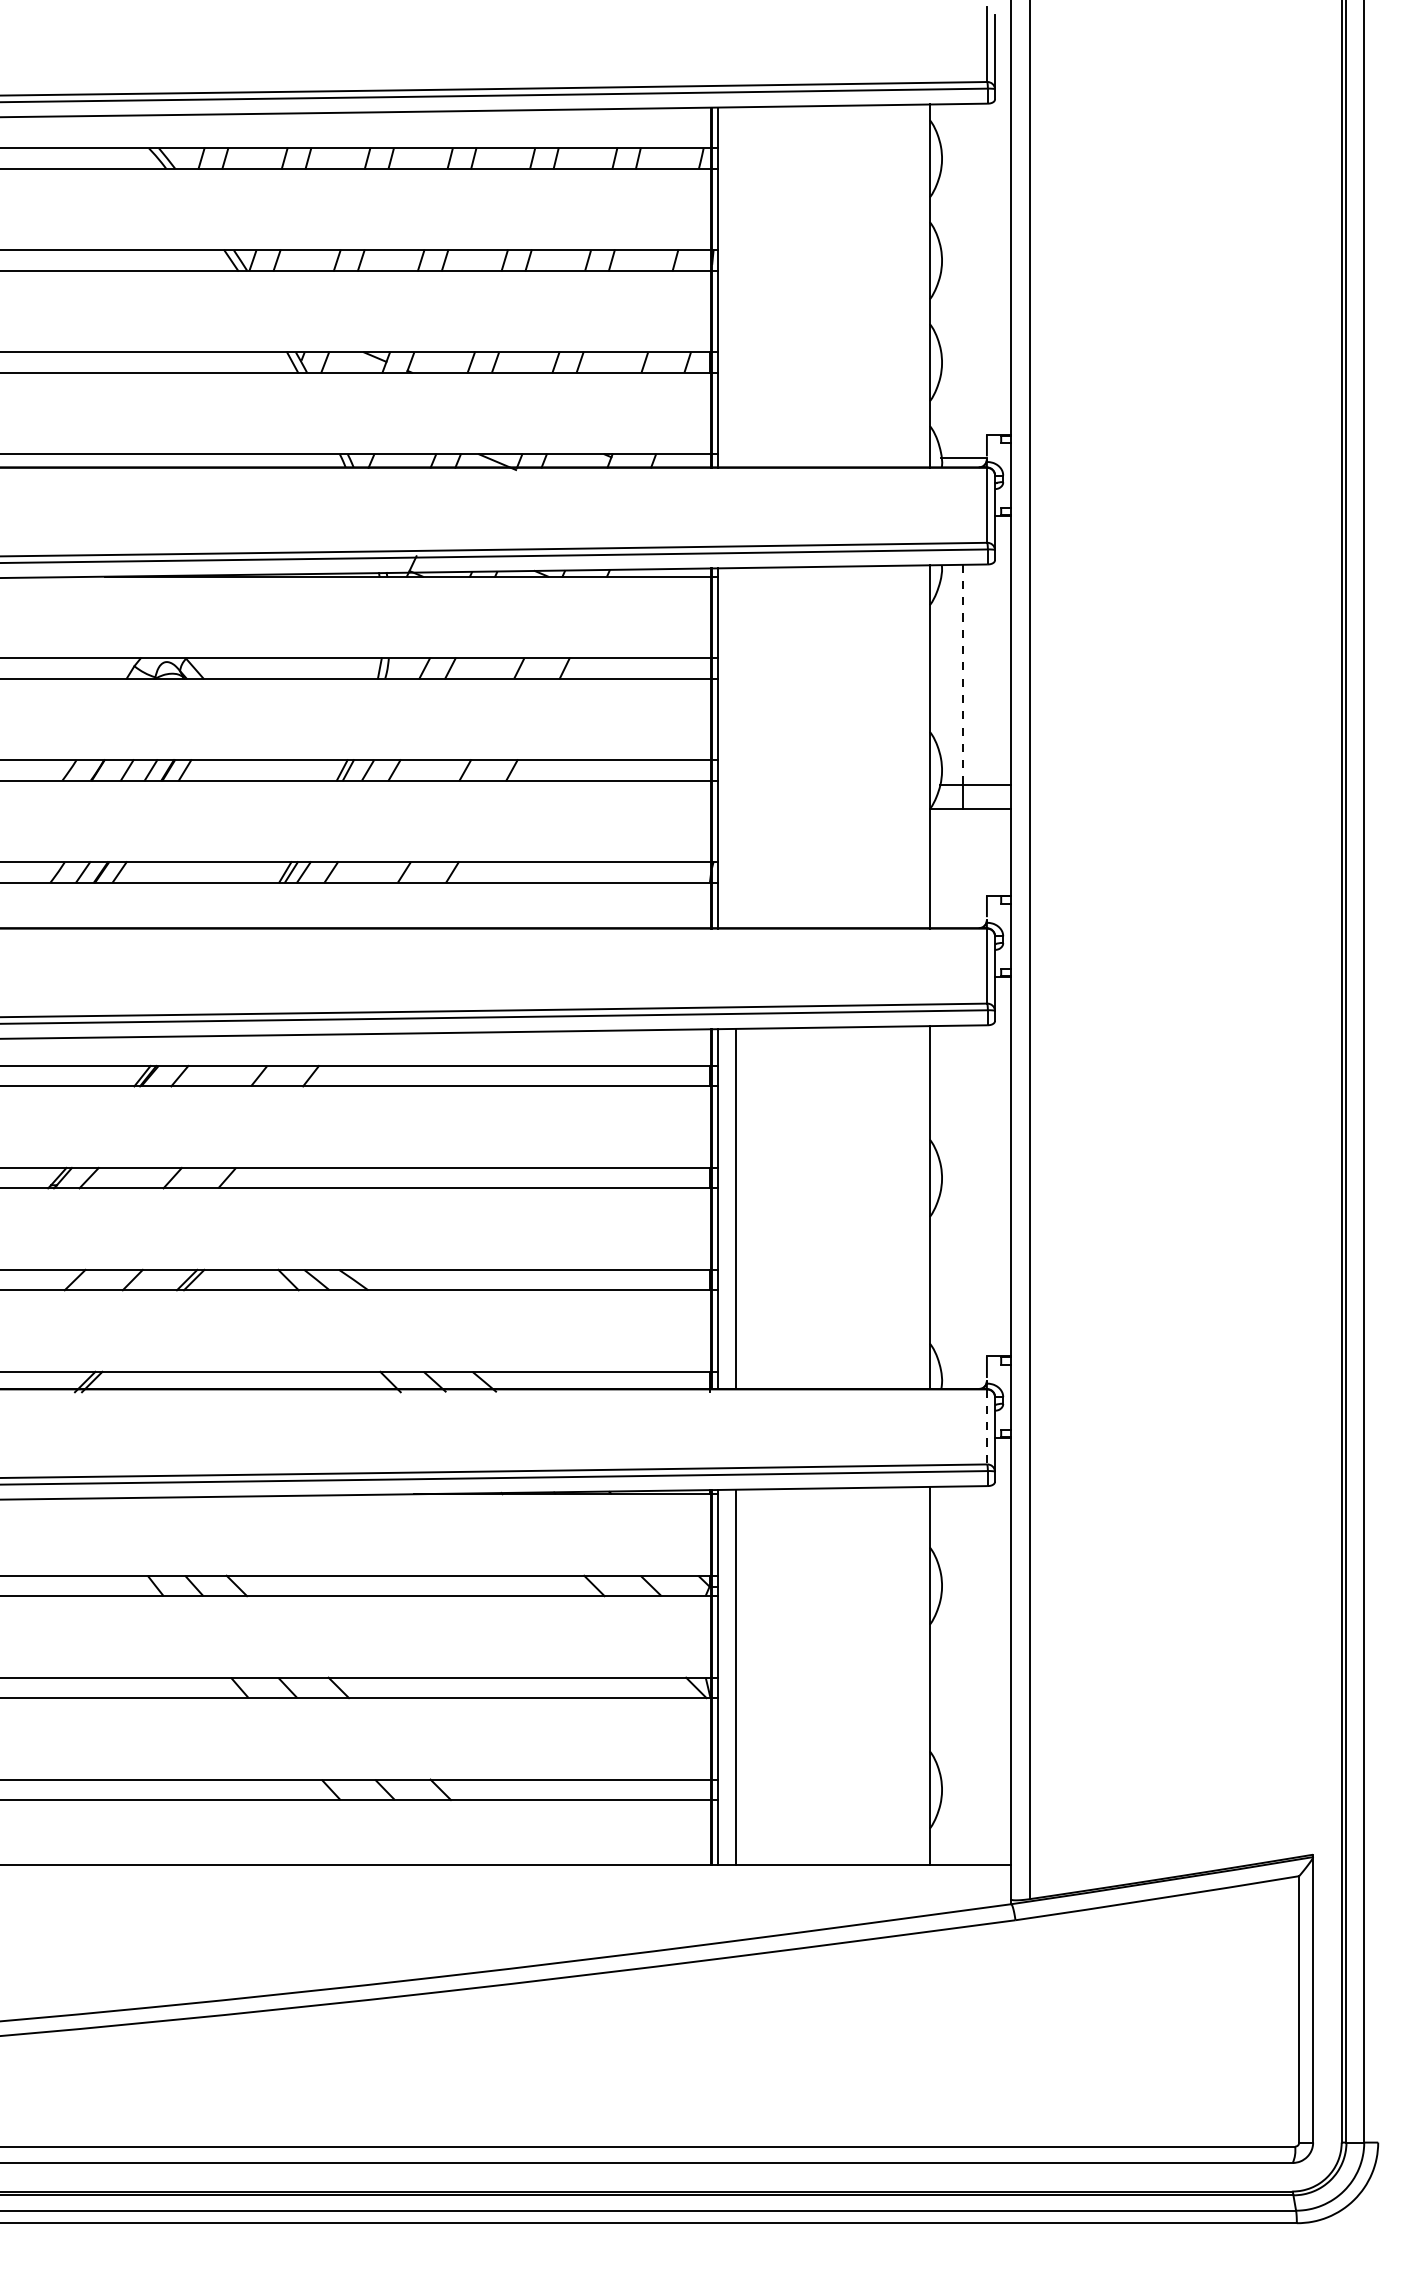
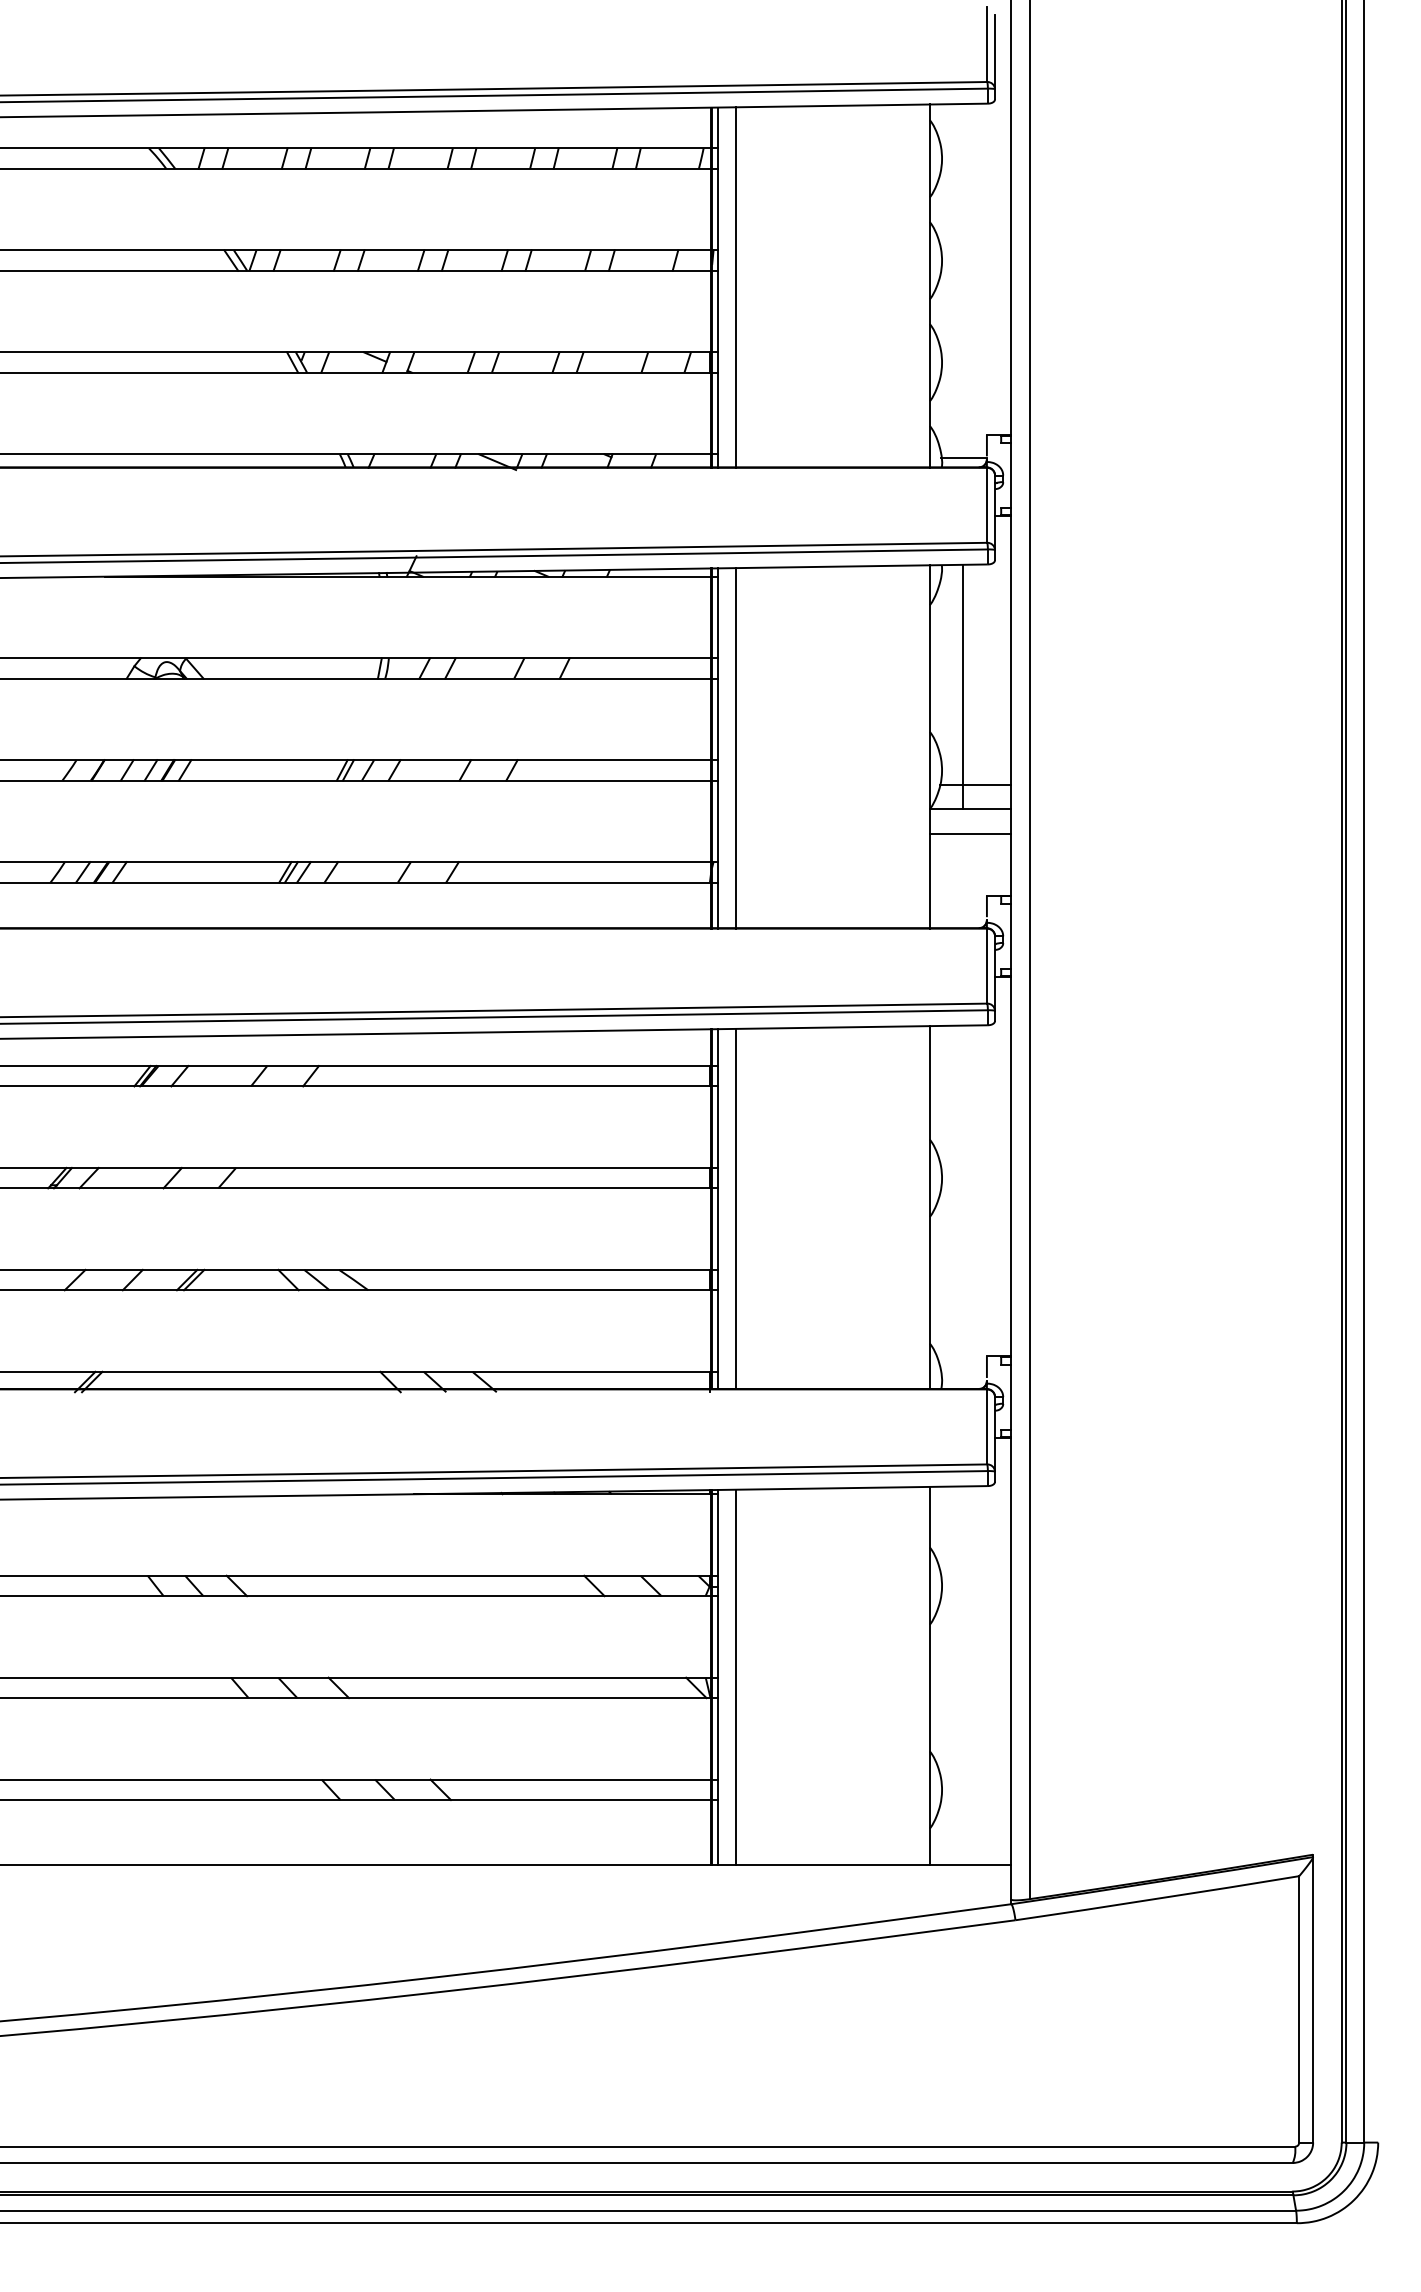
line at (735, 287): none -> present
line at (963, 674): dashed -> solid
line at (735, 748): none -> present
line at (970, 833): none -> present
line at (987, 1426): dashed -> solid
